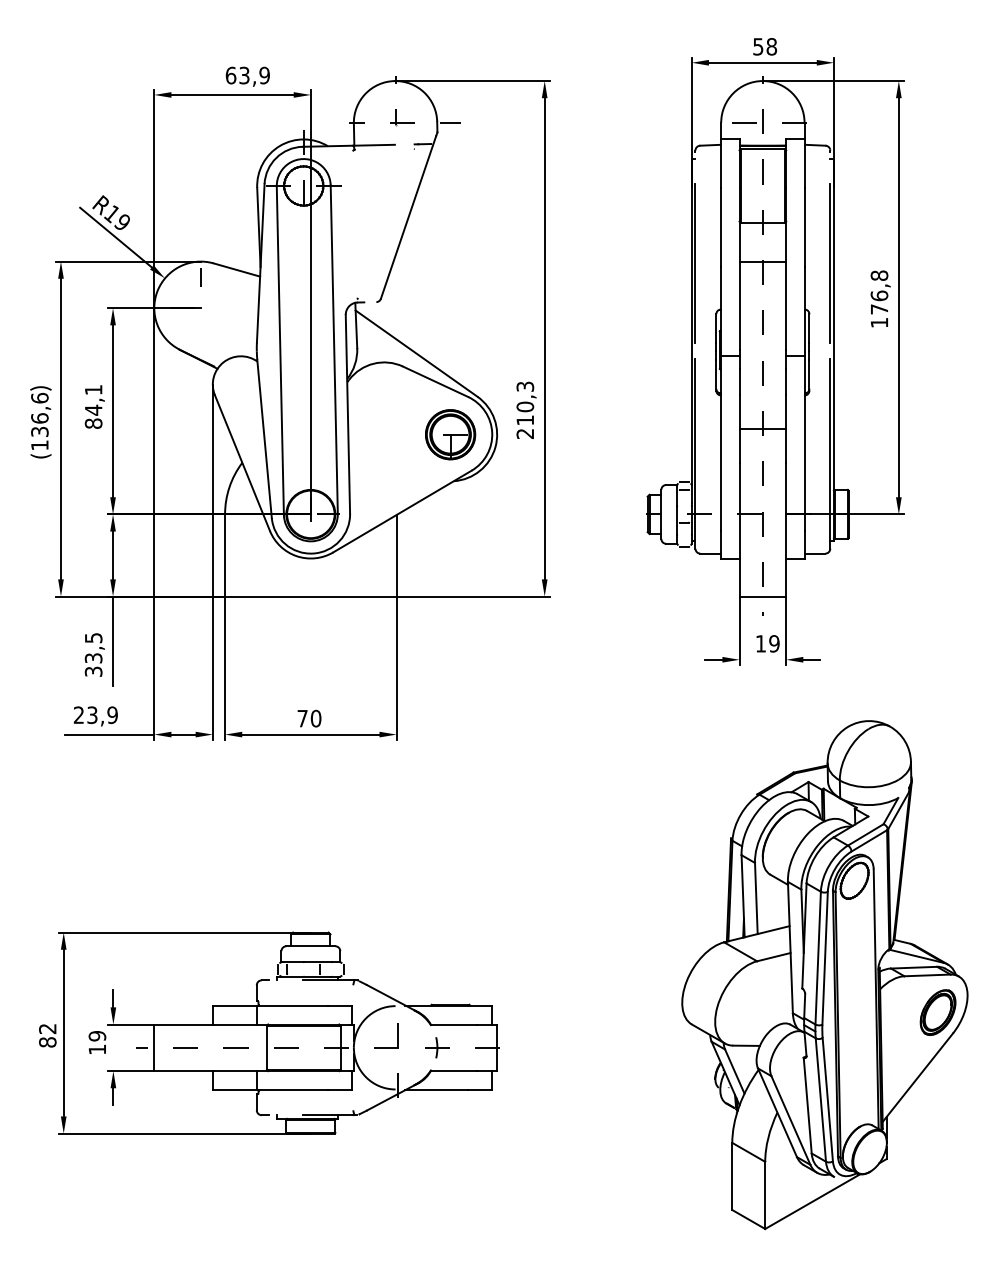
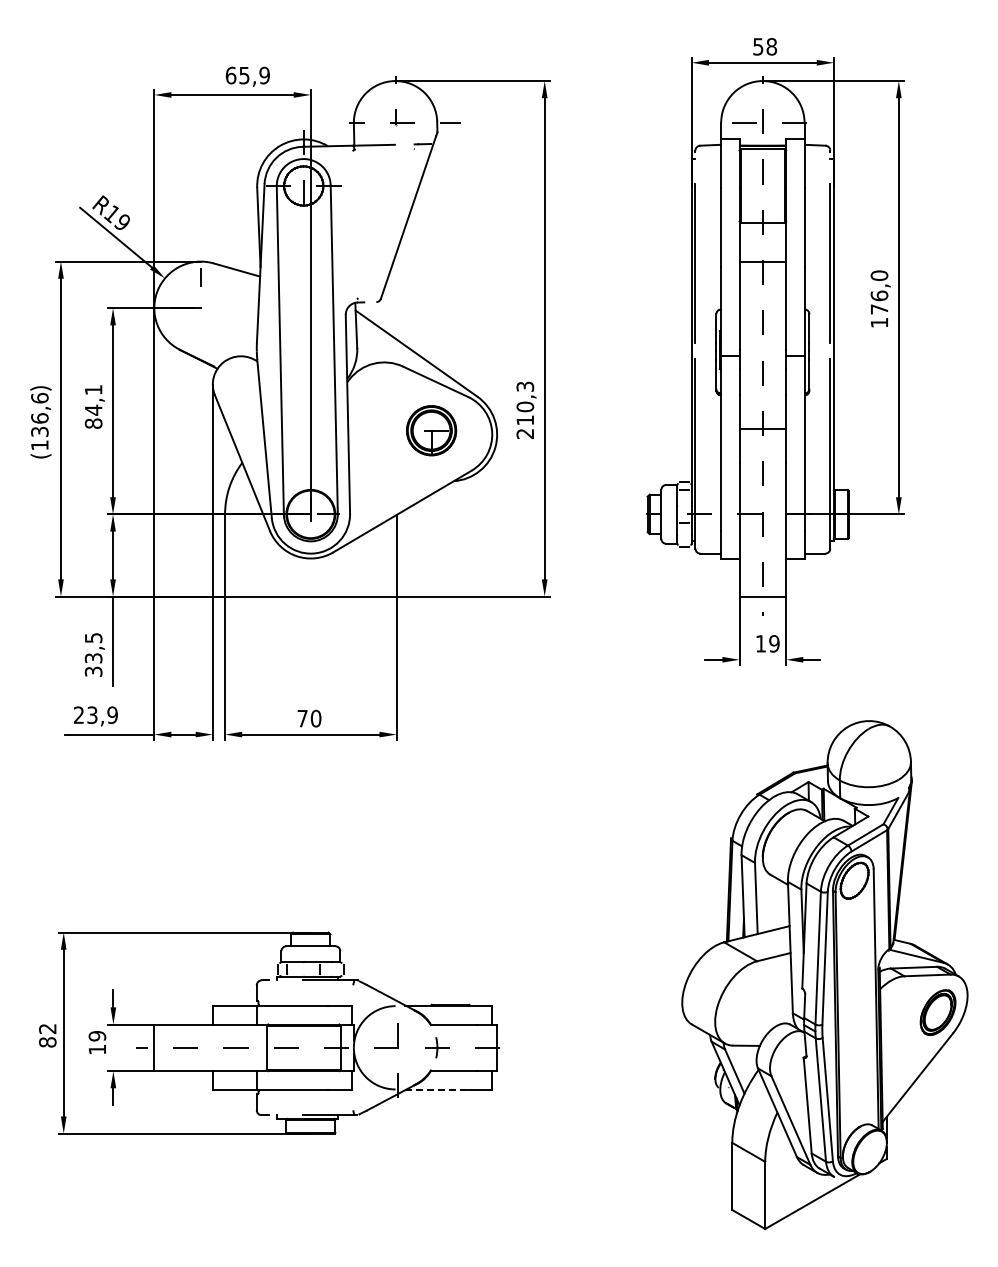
text at (244, 74): 63,9 -> 65,9
text at (879, 275): 176,8 -> 176,0
part at (450, 434) position: (450, 434) -> (431, 430)
line at (437, 1090): solid -> dashed
